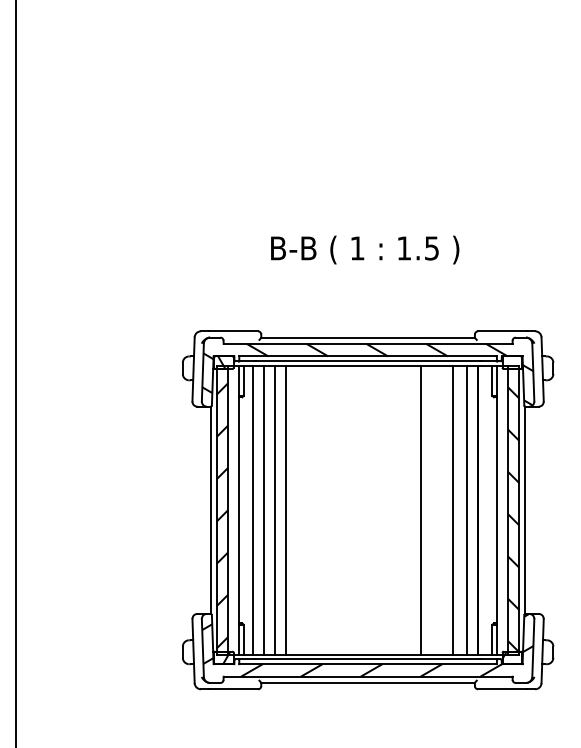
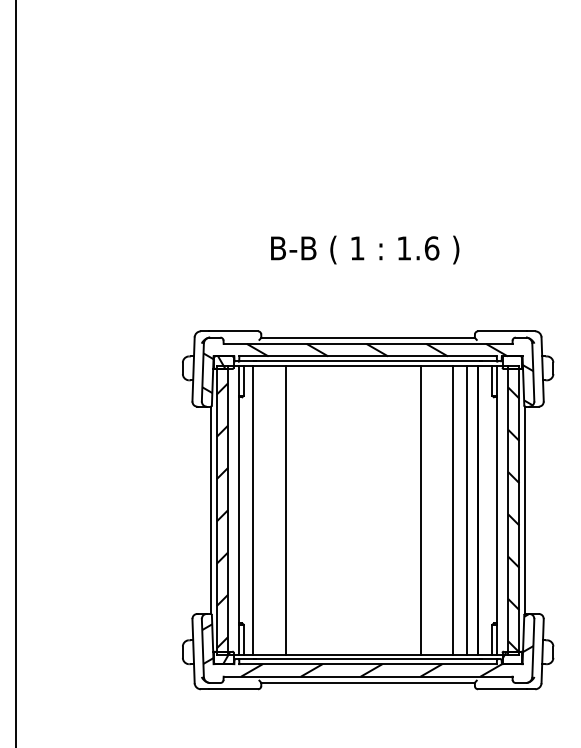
text at (431, 248): 1.5 -> 1.6
line at (263, 509): present -> none
line at (274, 509): present -> none
